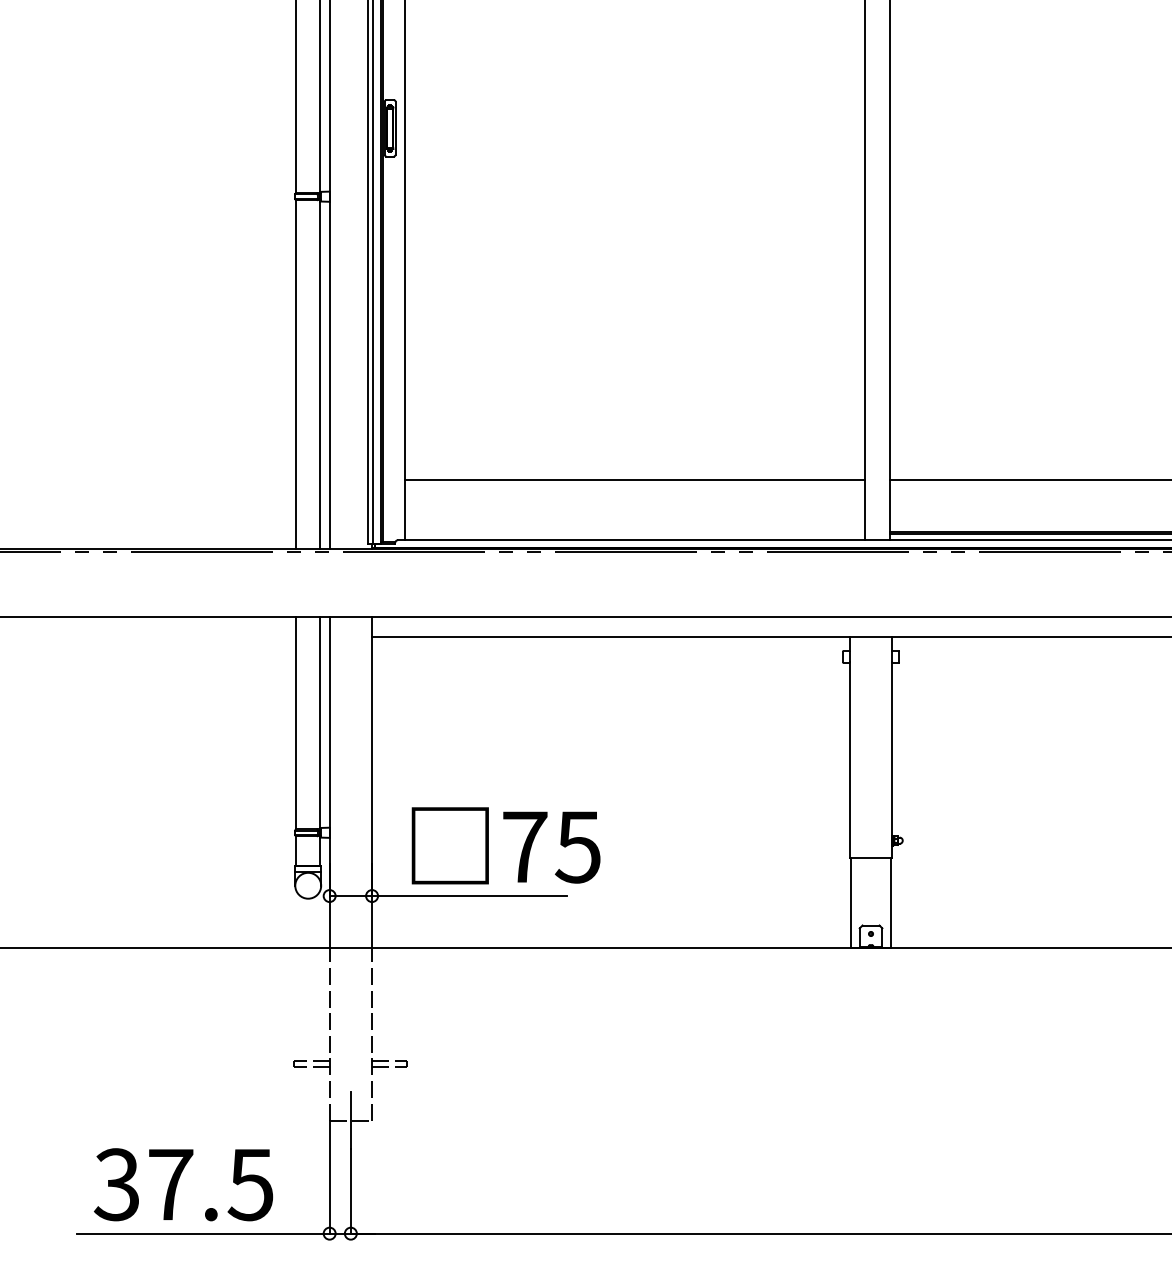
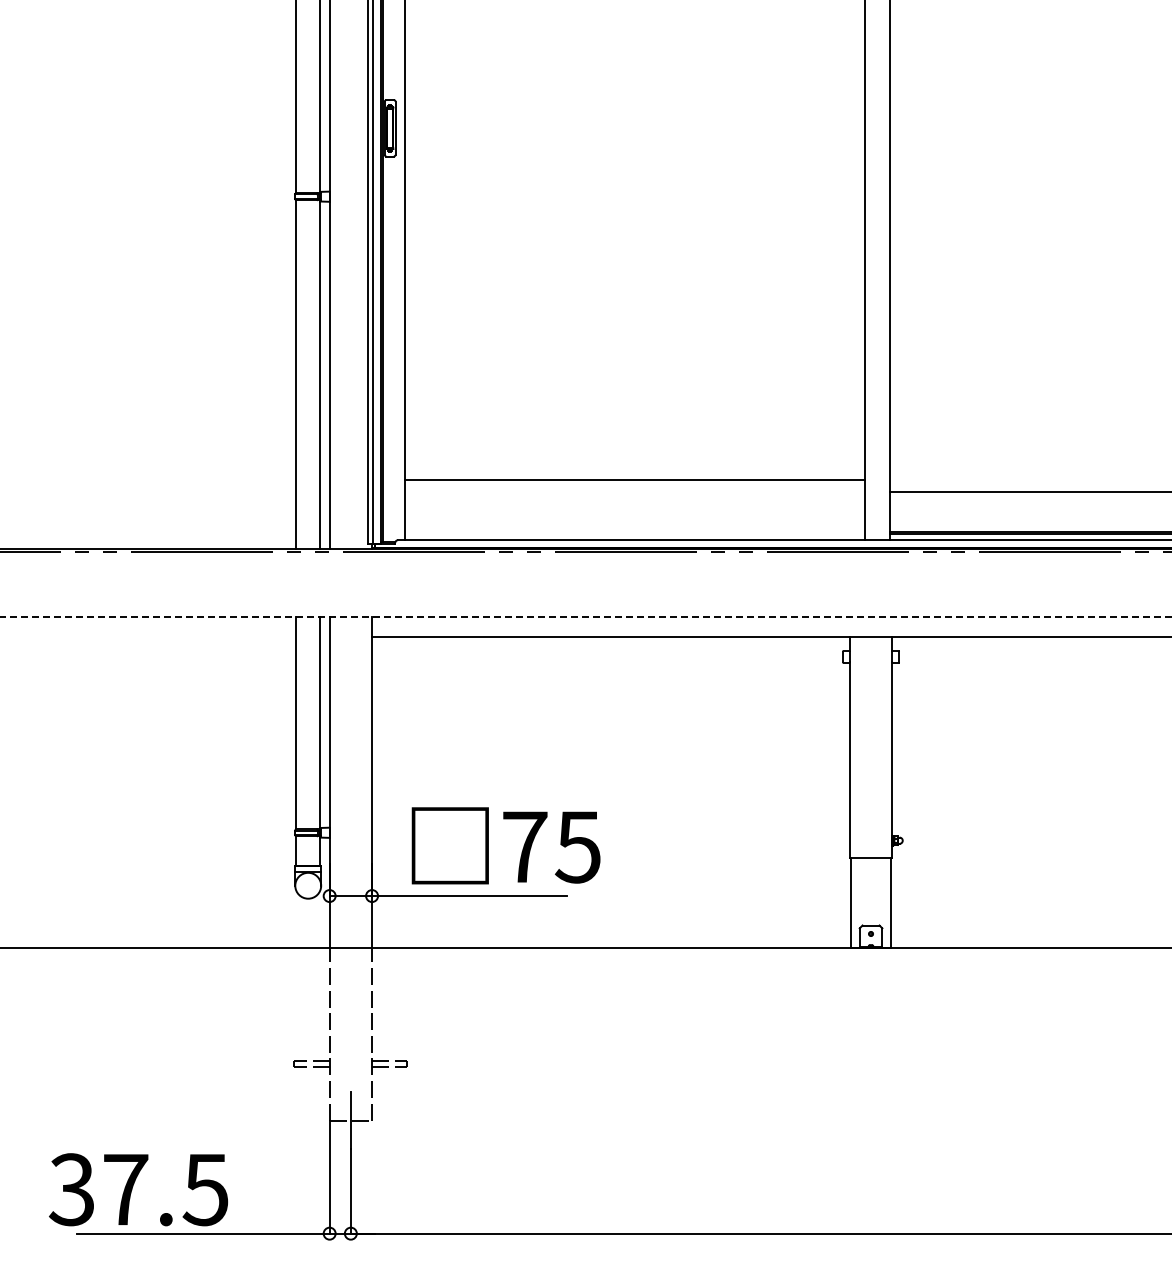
line at (1029, 479) position: (1029, 479) -> (1029, 491)
line at (585, 616): solid -> dashed
text at (183, 1184) position: (183, 1184) -> (138, 1189)
